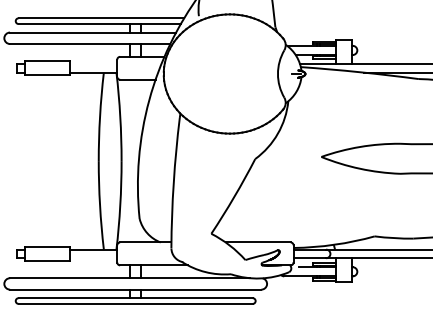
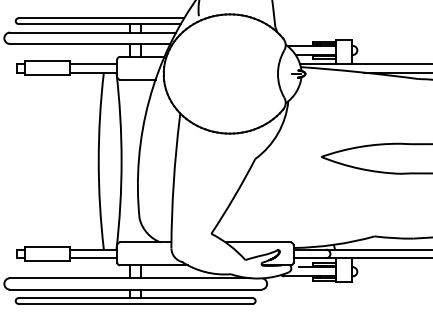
line at (93, 64): none -> present
line at (93, 258): none -> present
